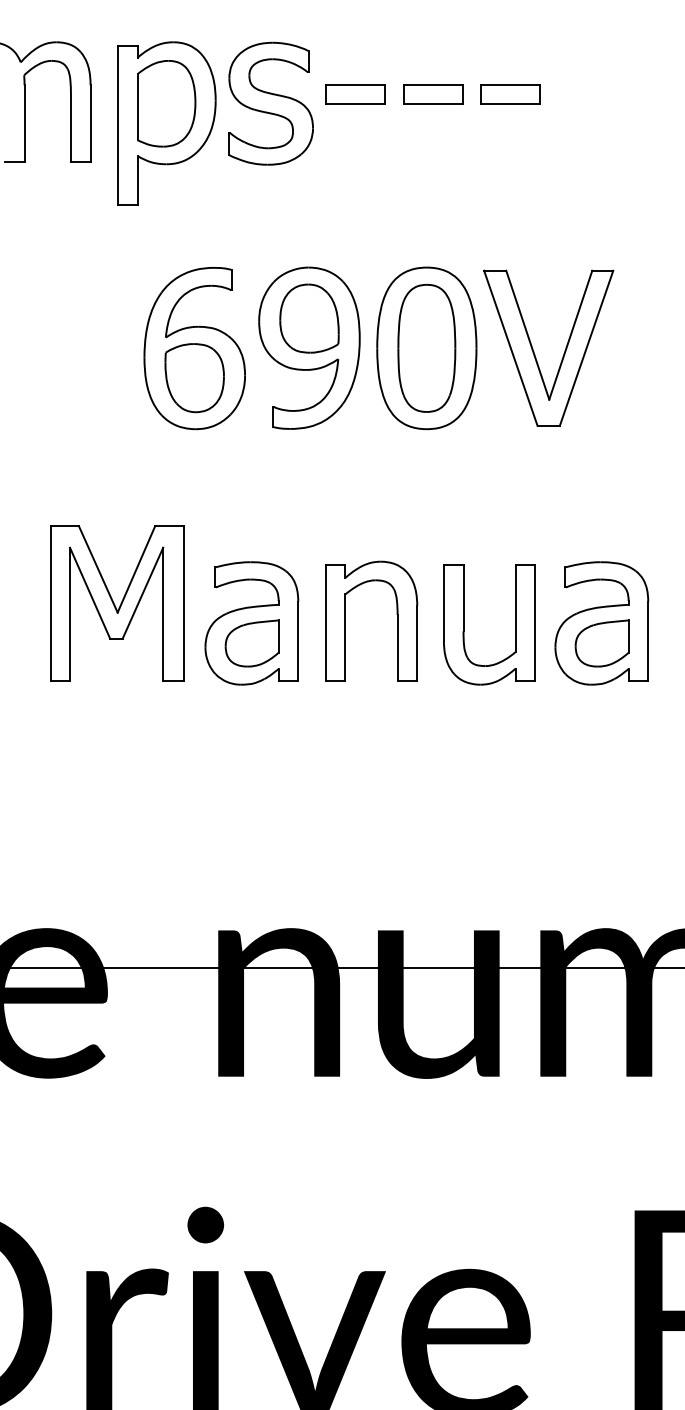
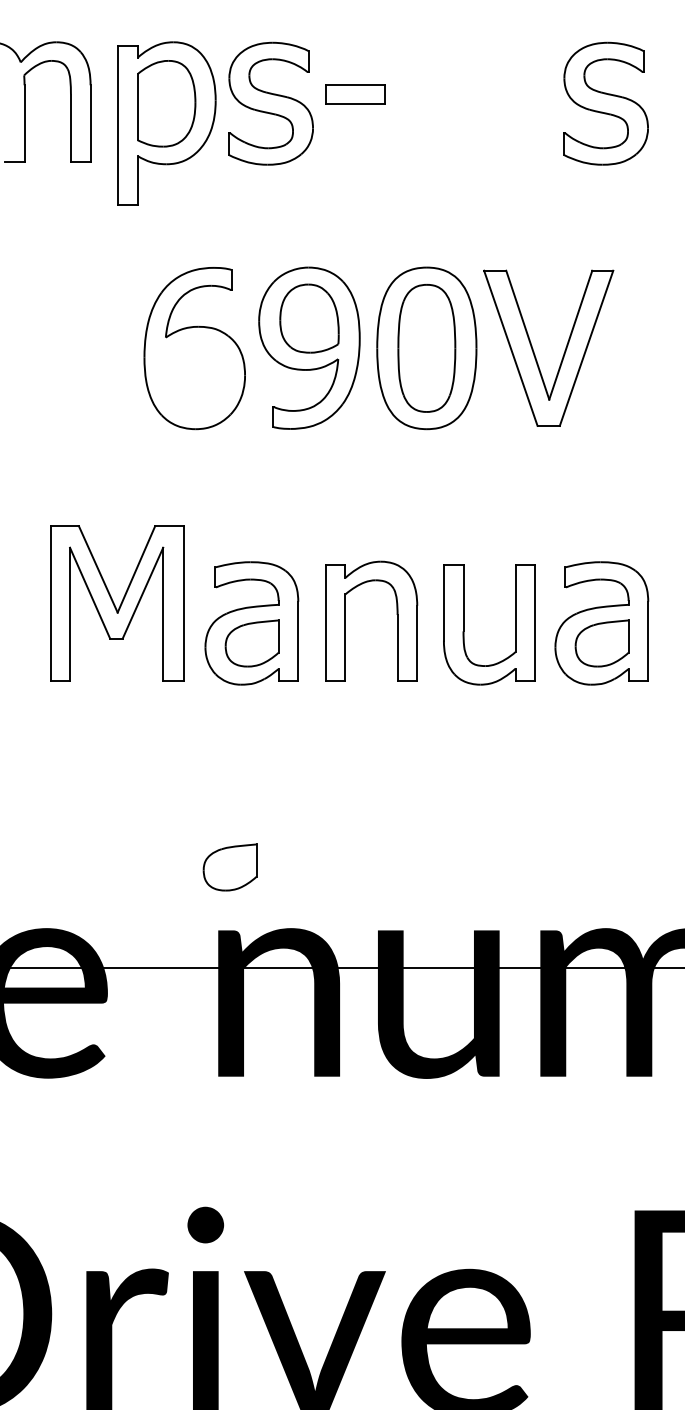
part at (433, 94): present -> none
part at (510, 94): present -> none
part at (605, 103): none -> present
part at (194, 378): present -> none
part at (229, 867): none -> present
